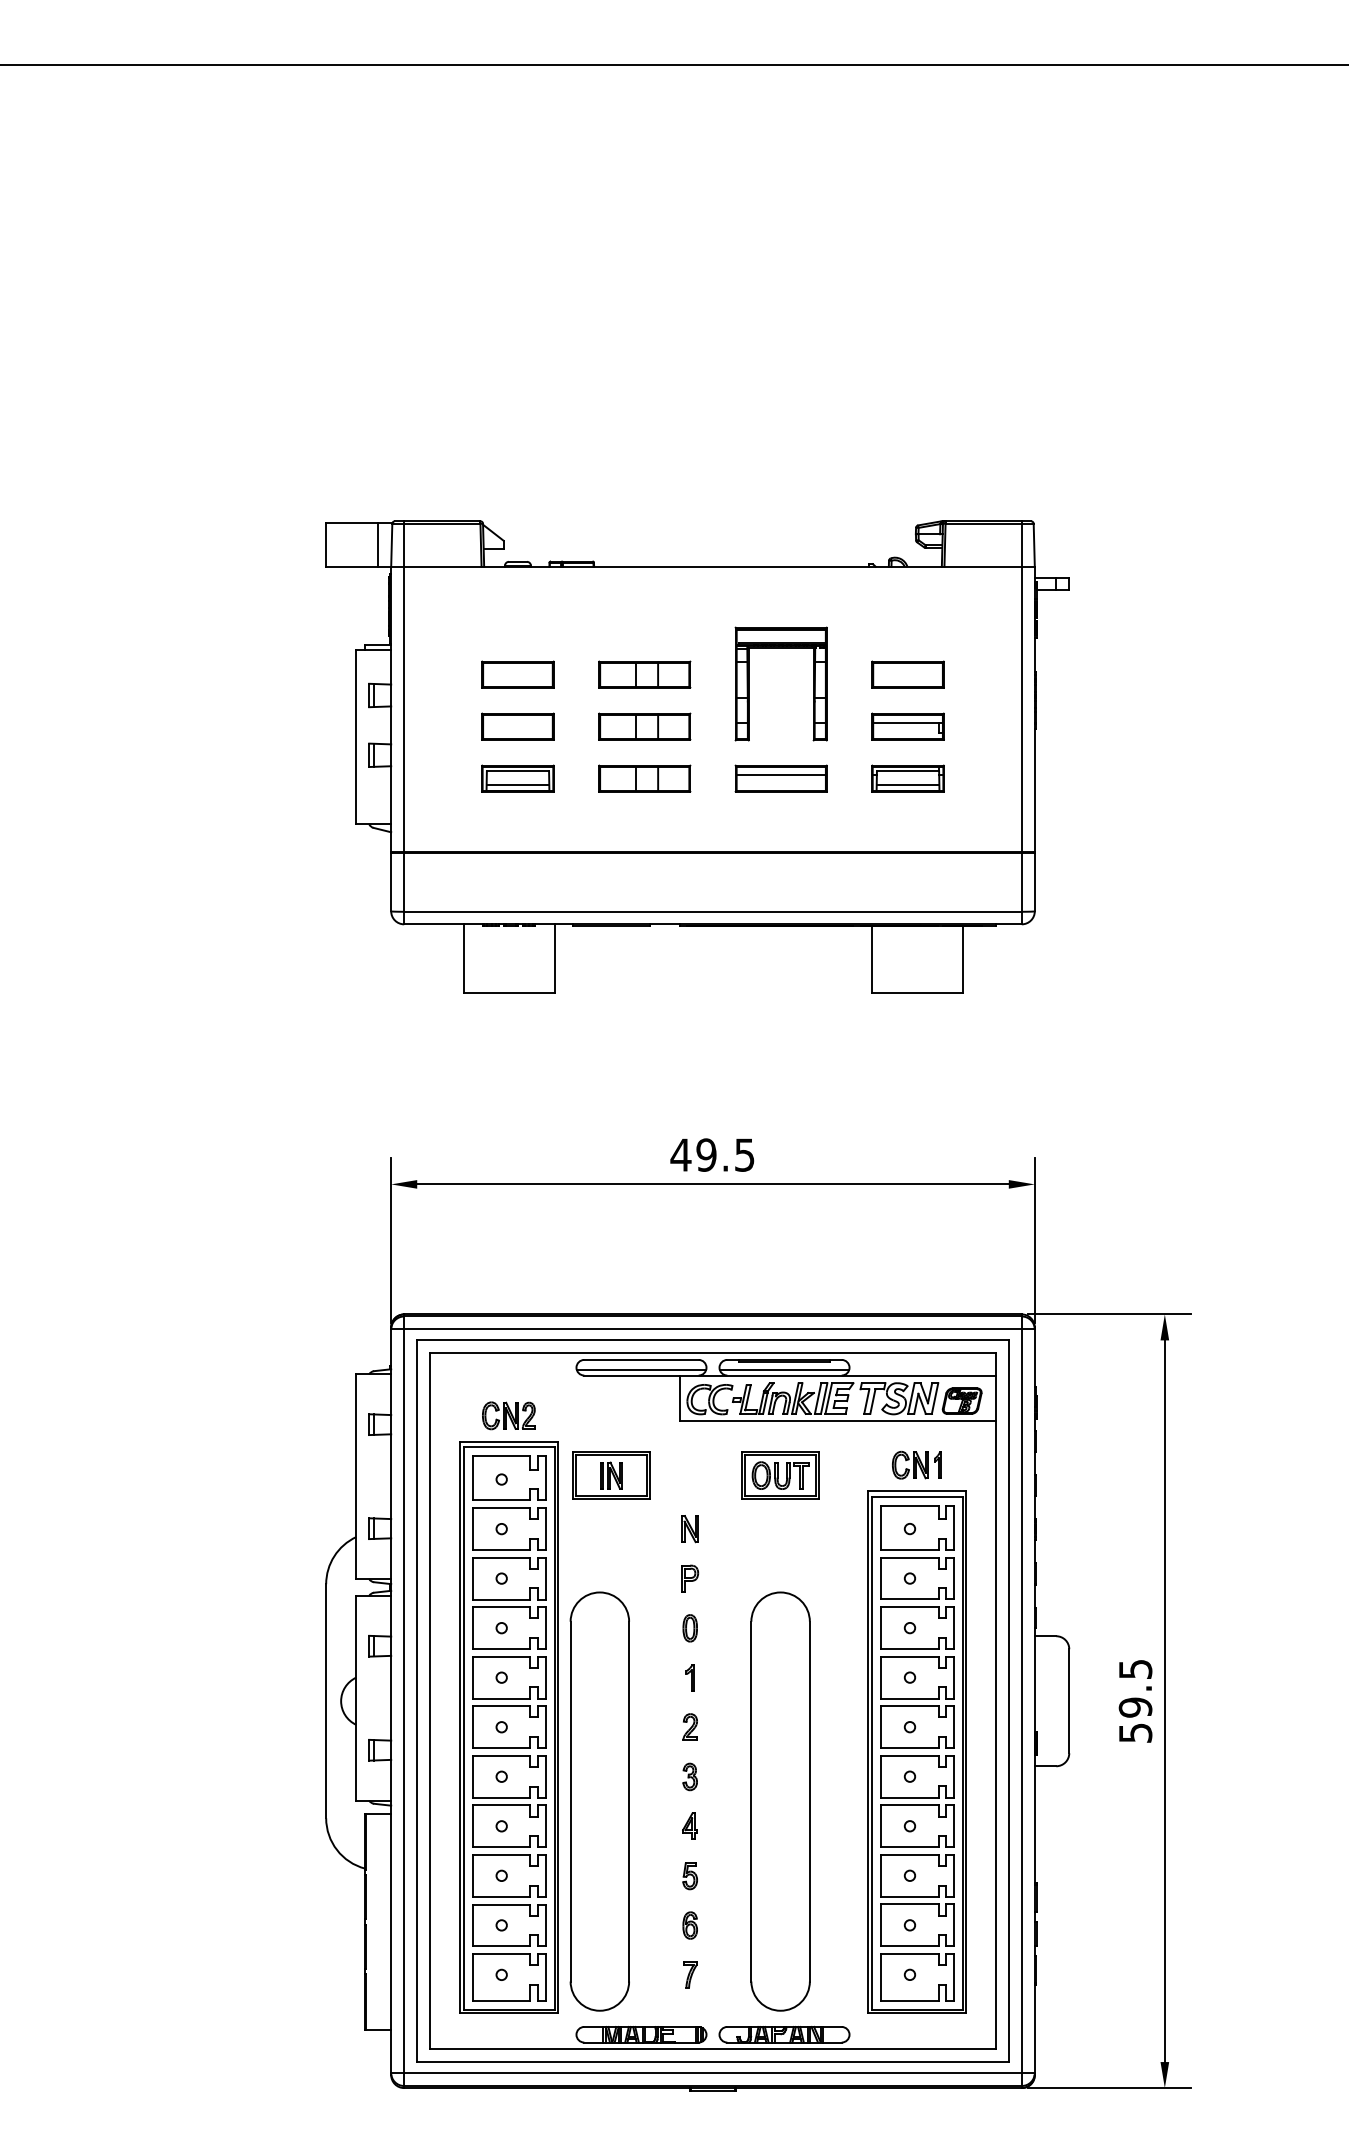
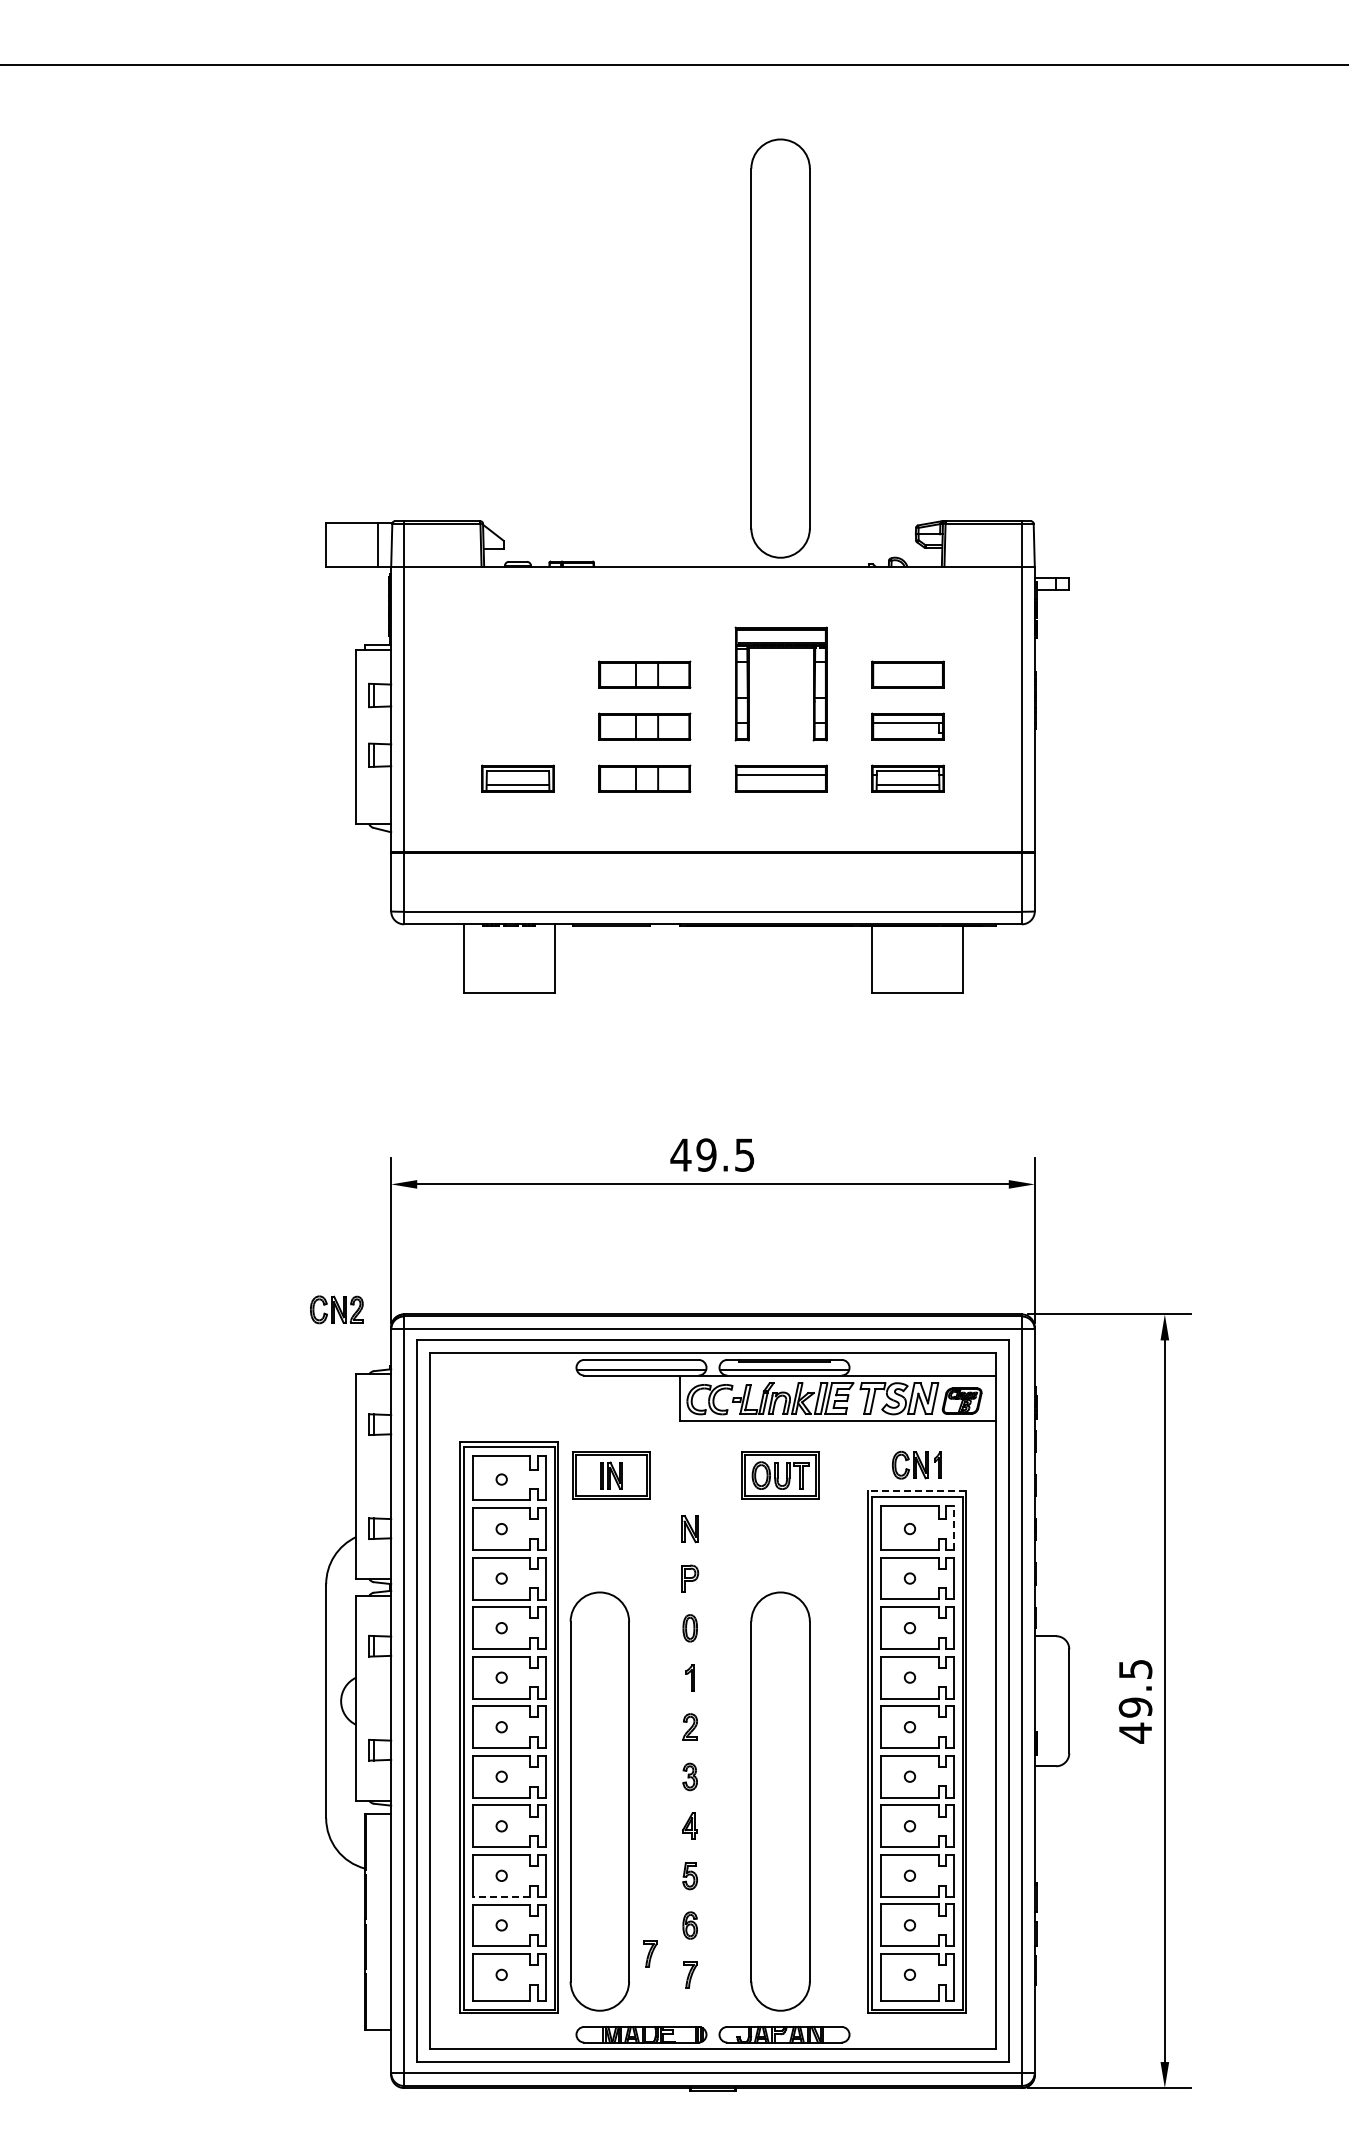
part at (780, 348): none -> present
part at (517, 674): present -> none
part at (517, 726): present -> none
part at (508, 1415) position: (508, 1415) -> (336, 1309)
line at (917, 1491): solid -> dashed
line at (954, 1527): solid -> dashed
text at (1135, 1732): 59.5 -> 49.5
line at (501, 1896): solid -> dashed
part at (650, 1953): none -> present
